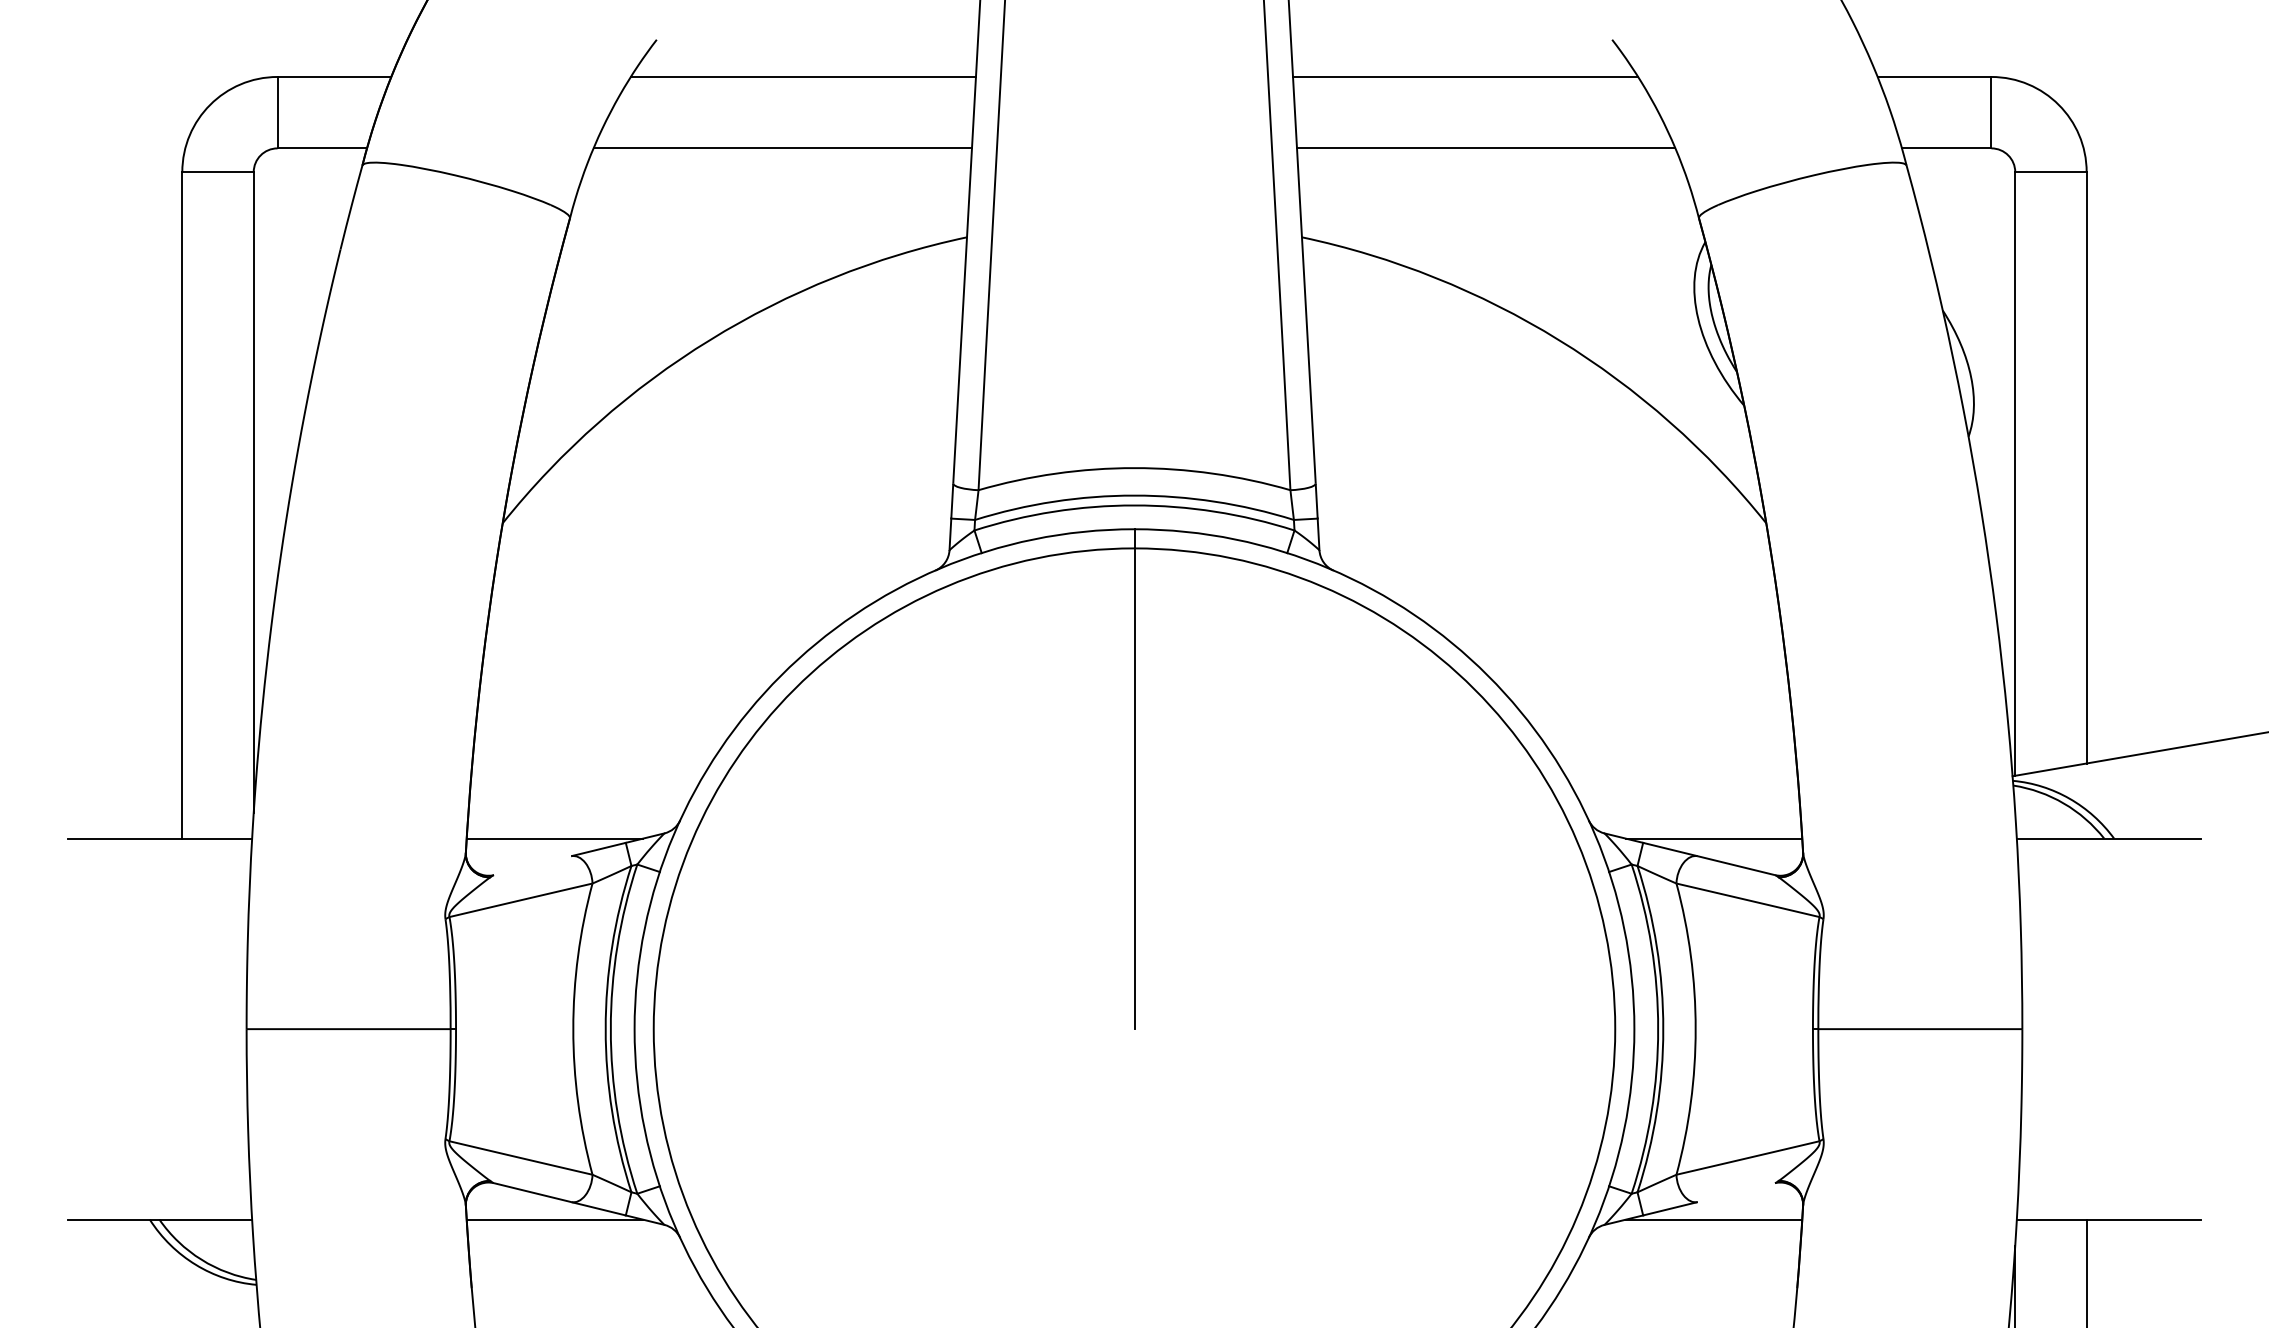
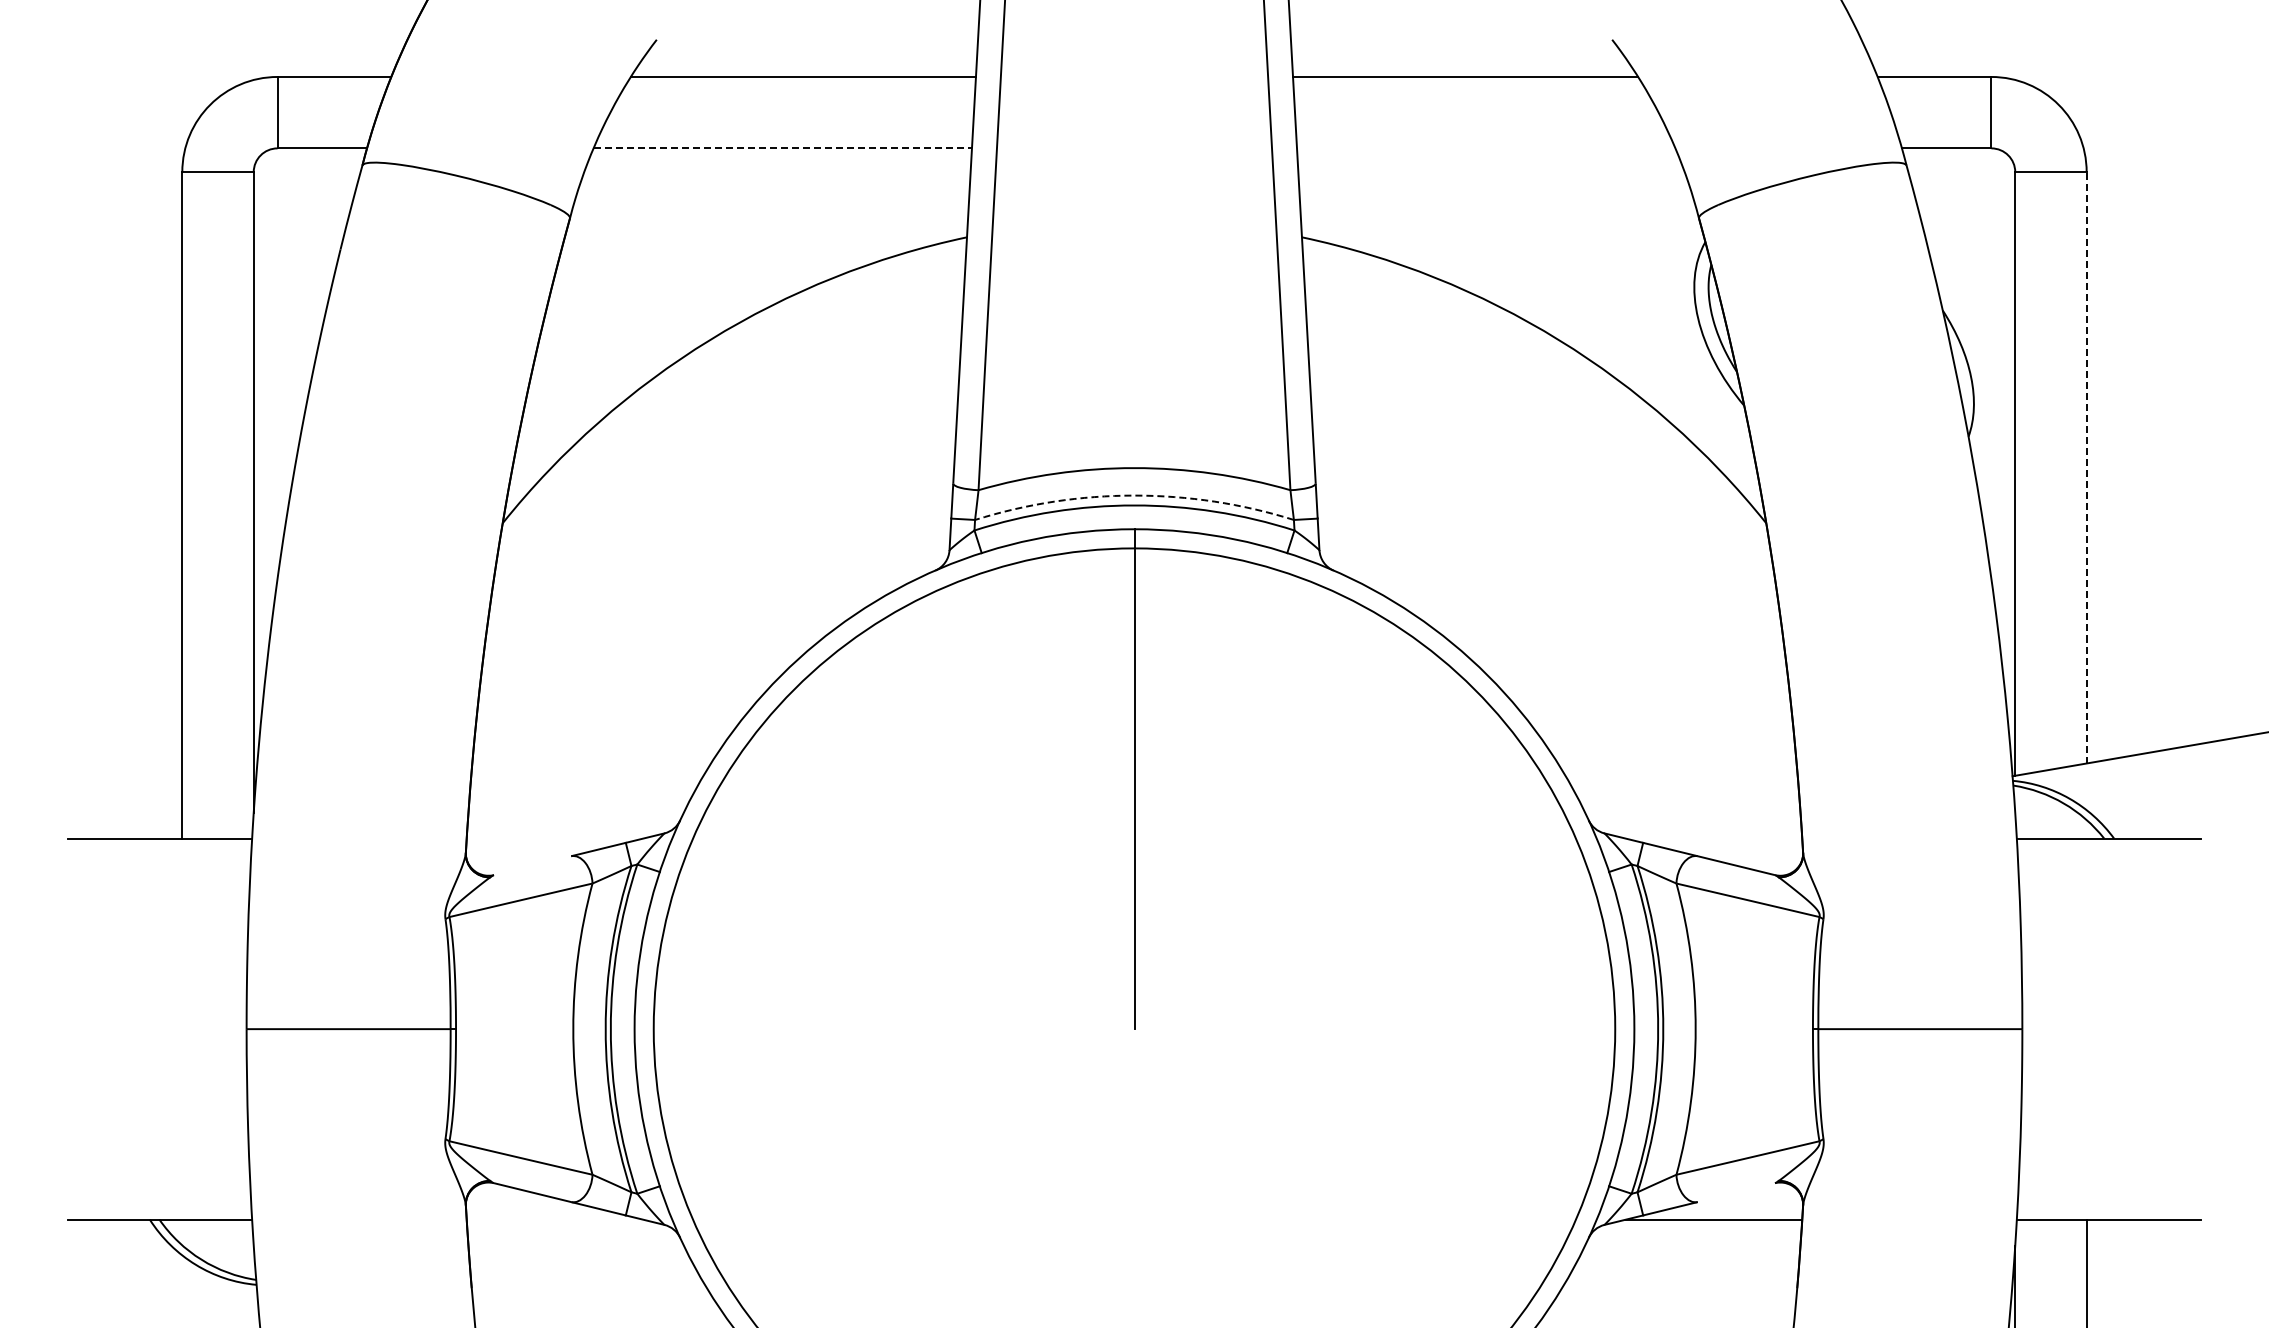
line at (783, 148): solid -> dashed
line at (1486, 148): present -> none
line at (2086, 467): solid -> dashed
arc at (1134, 495): solid -> dashed
line at (554, 838): present -> none
line at (1714, 838): present -> none
line at (554, 1219): present -> none
